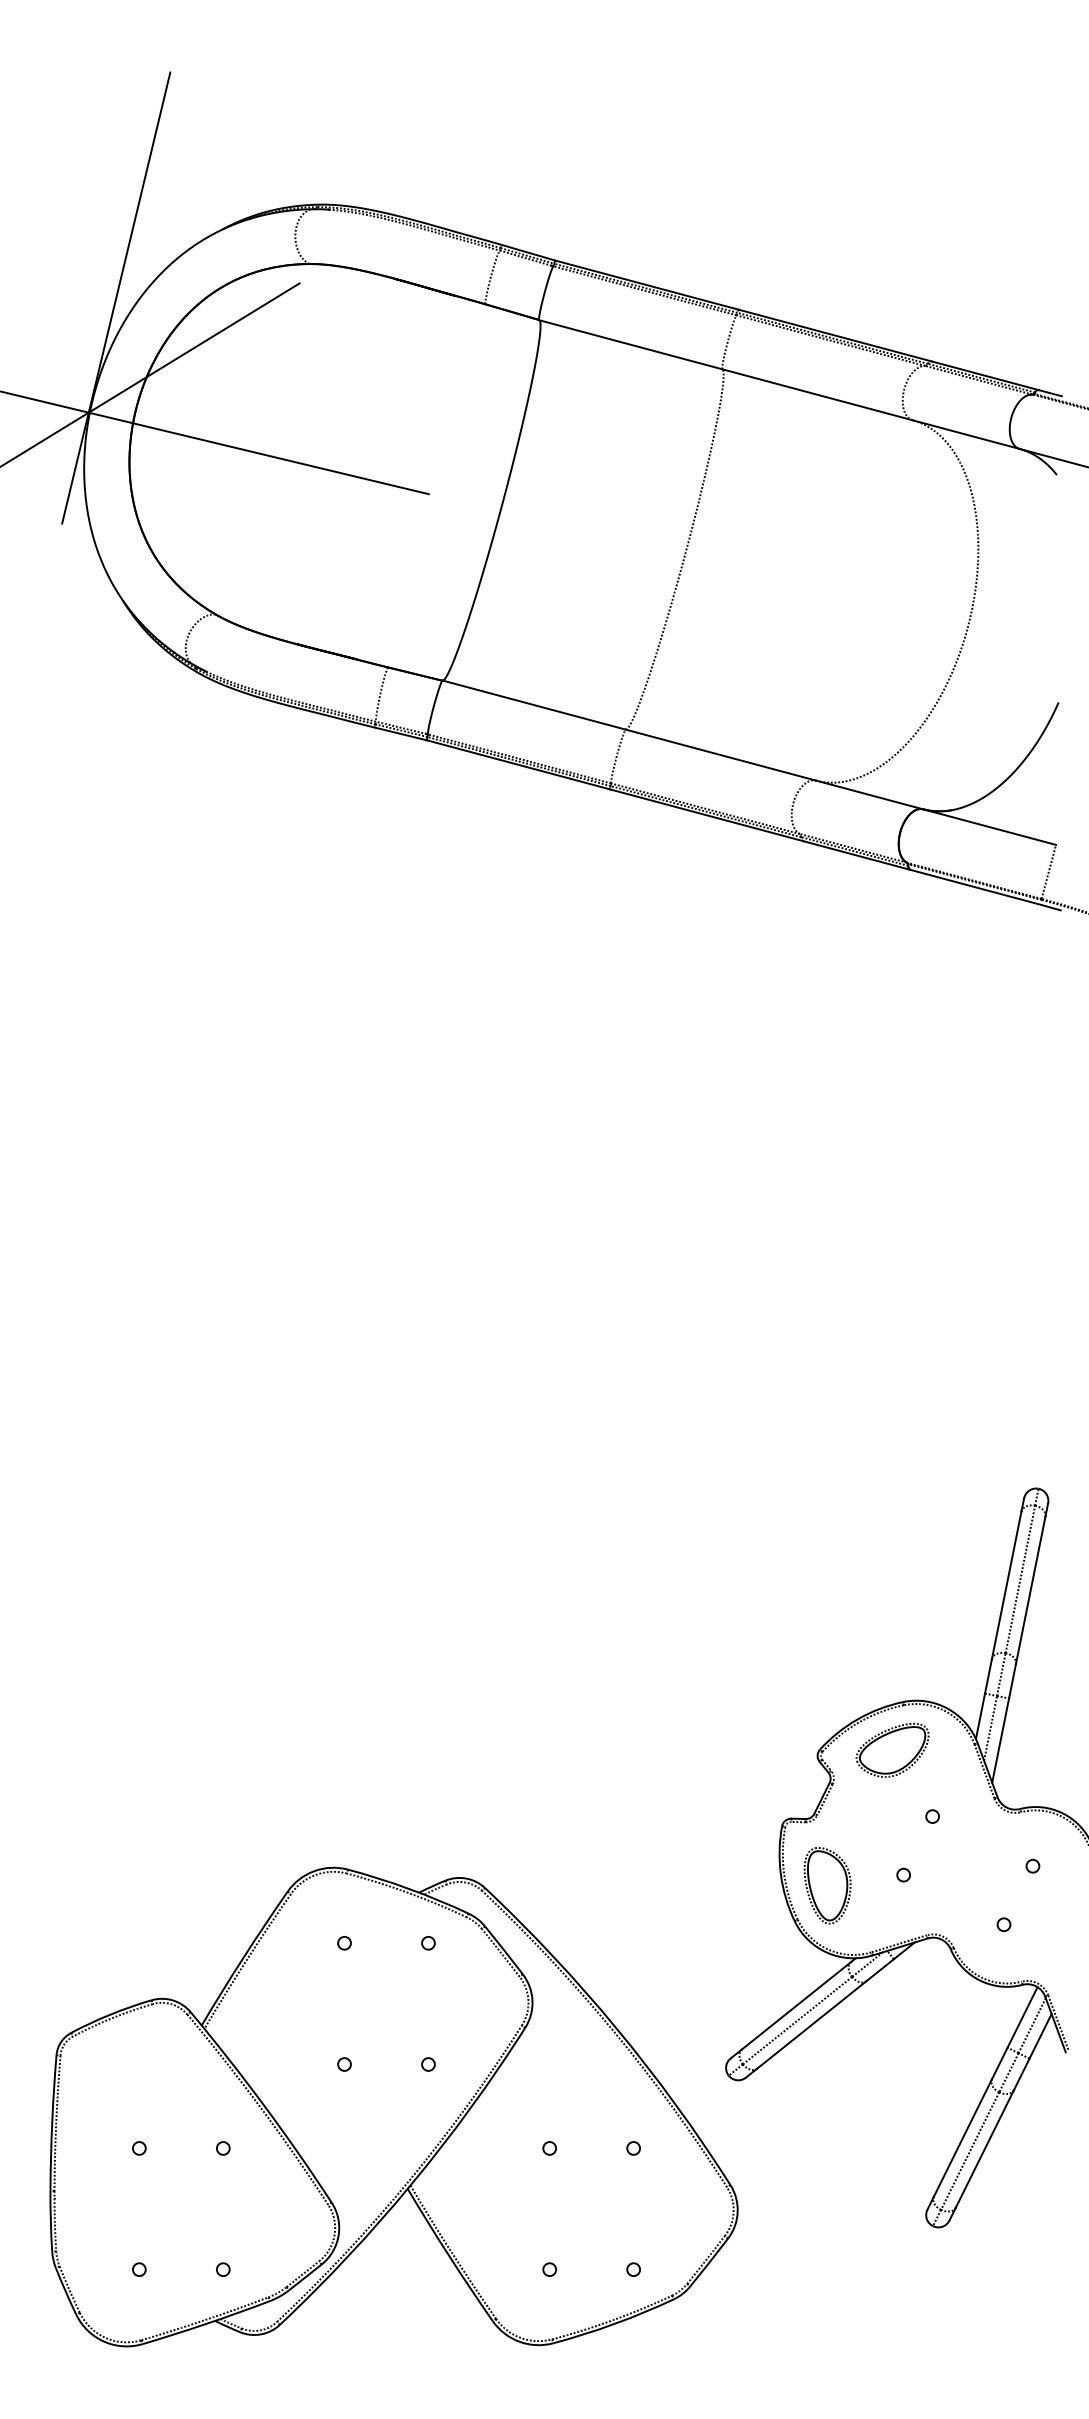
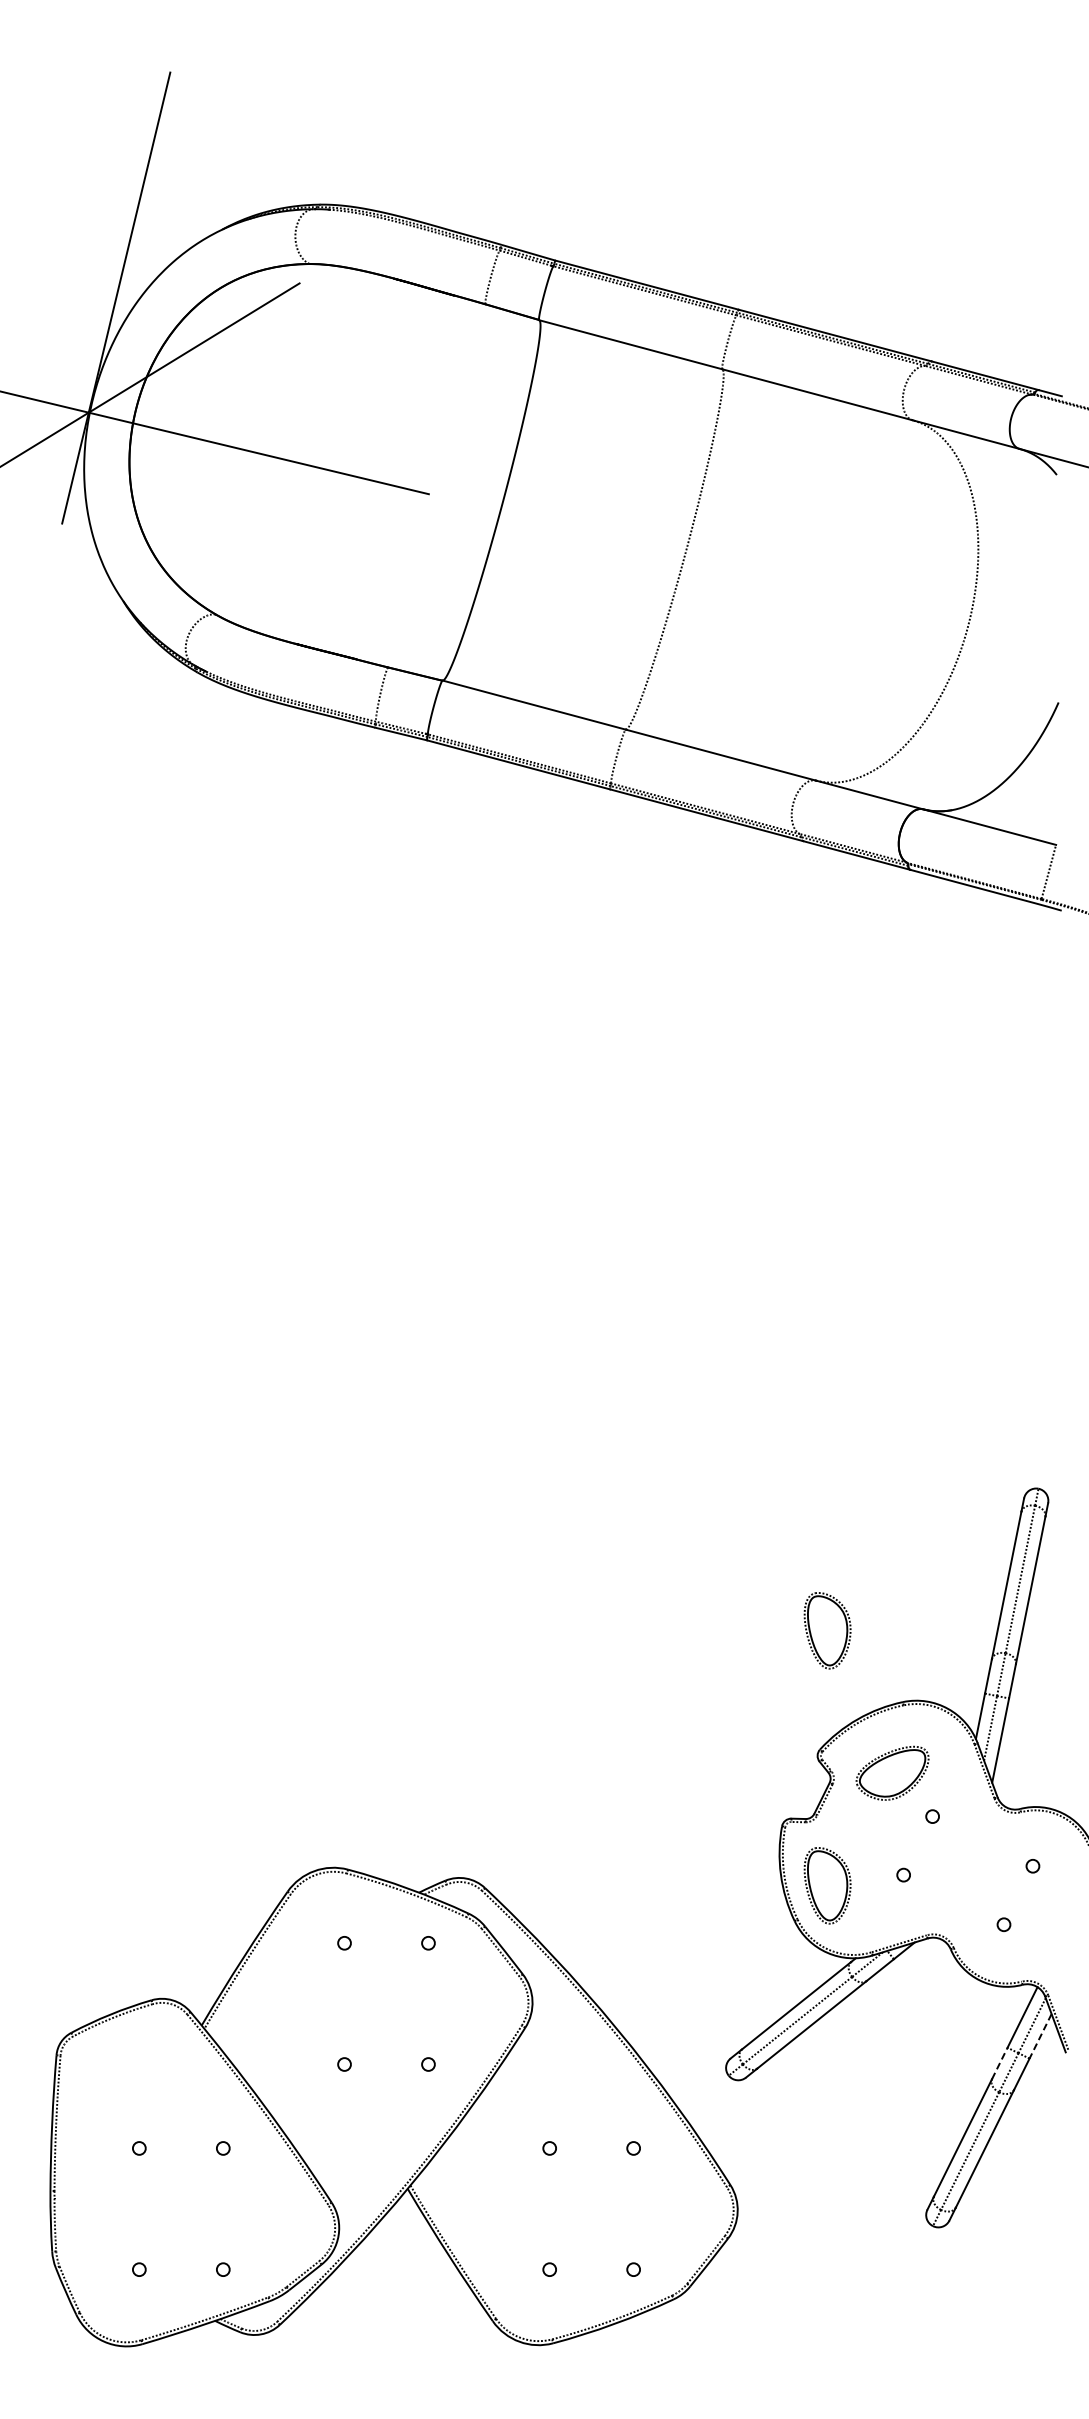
part at (827, 1630): none -> present
part at (892, 1749) position: (892, 1749) -> (892, 1772)
line at (1040, 2036): solid -> dashed
line at (999, 2063): solid -> dashed
